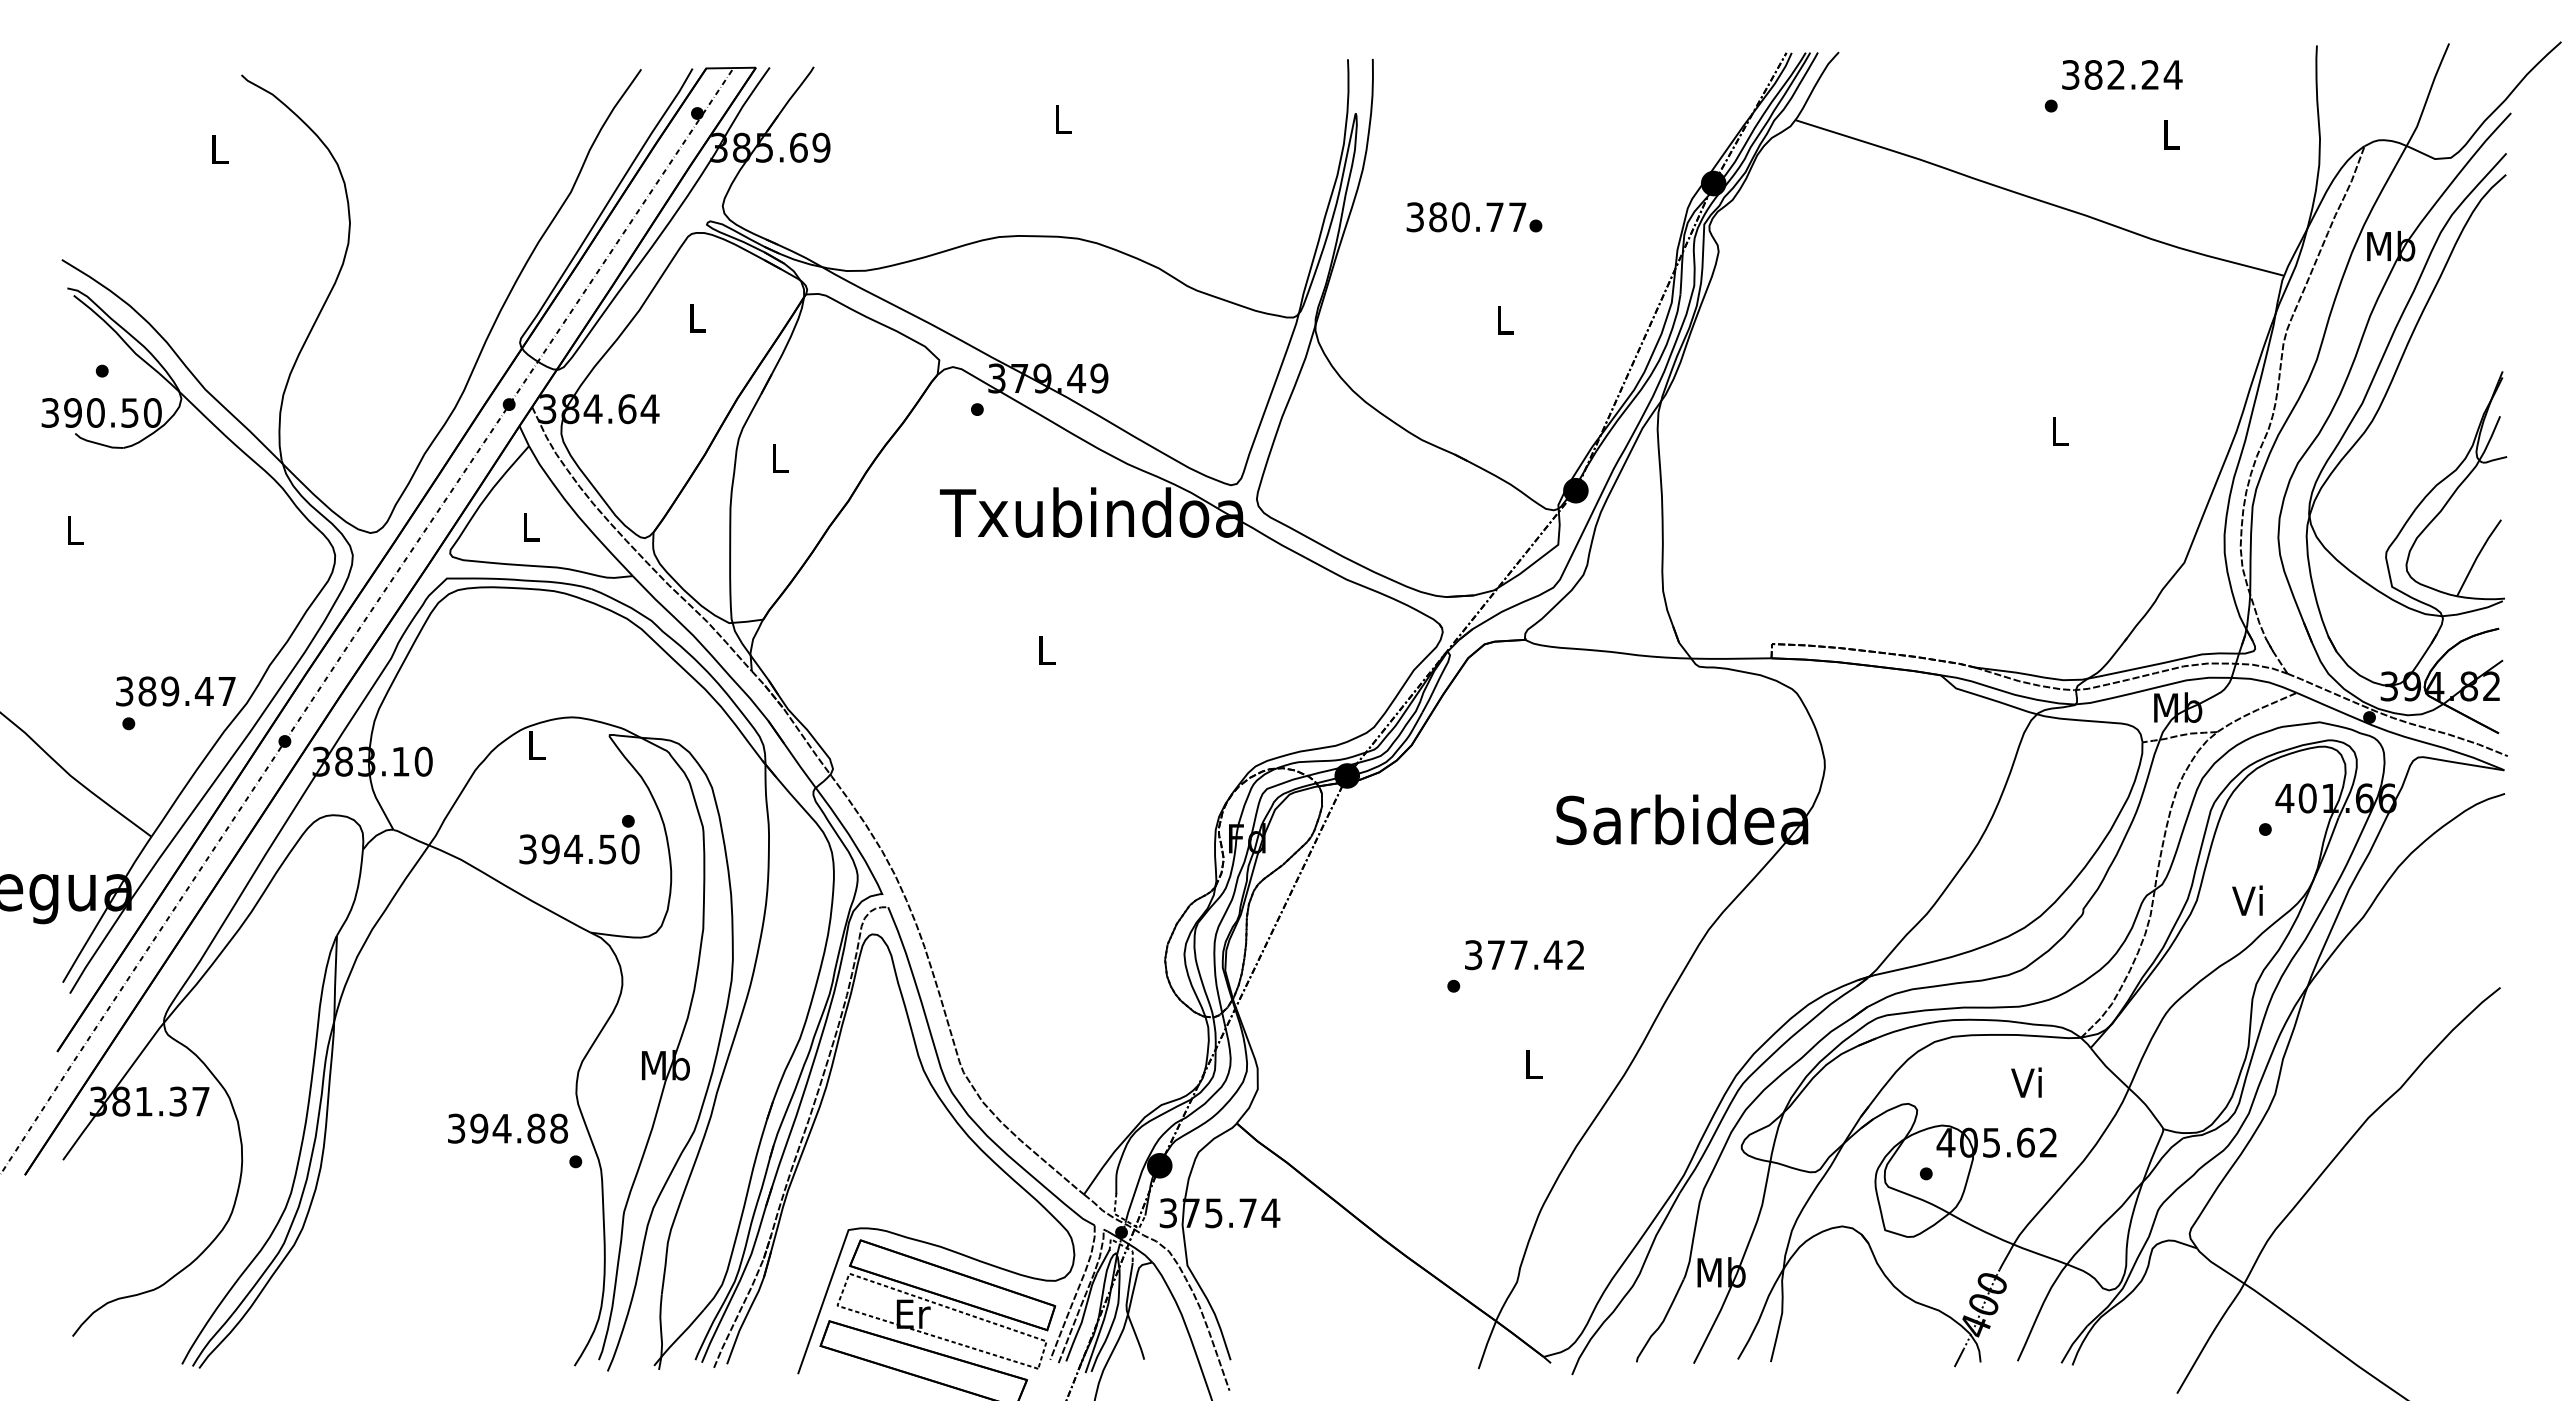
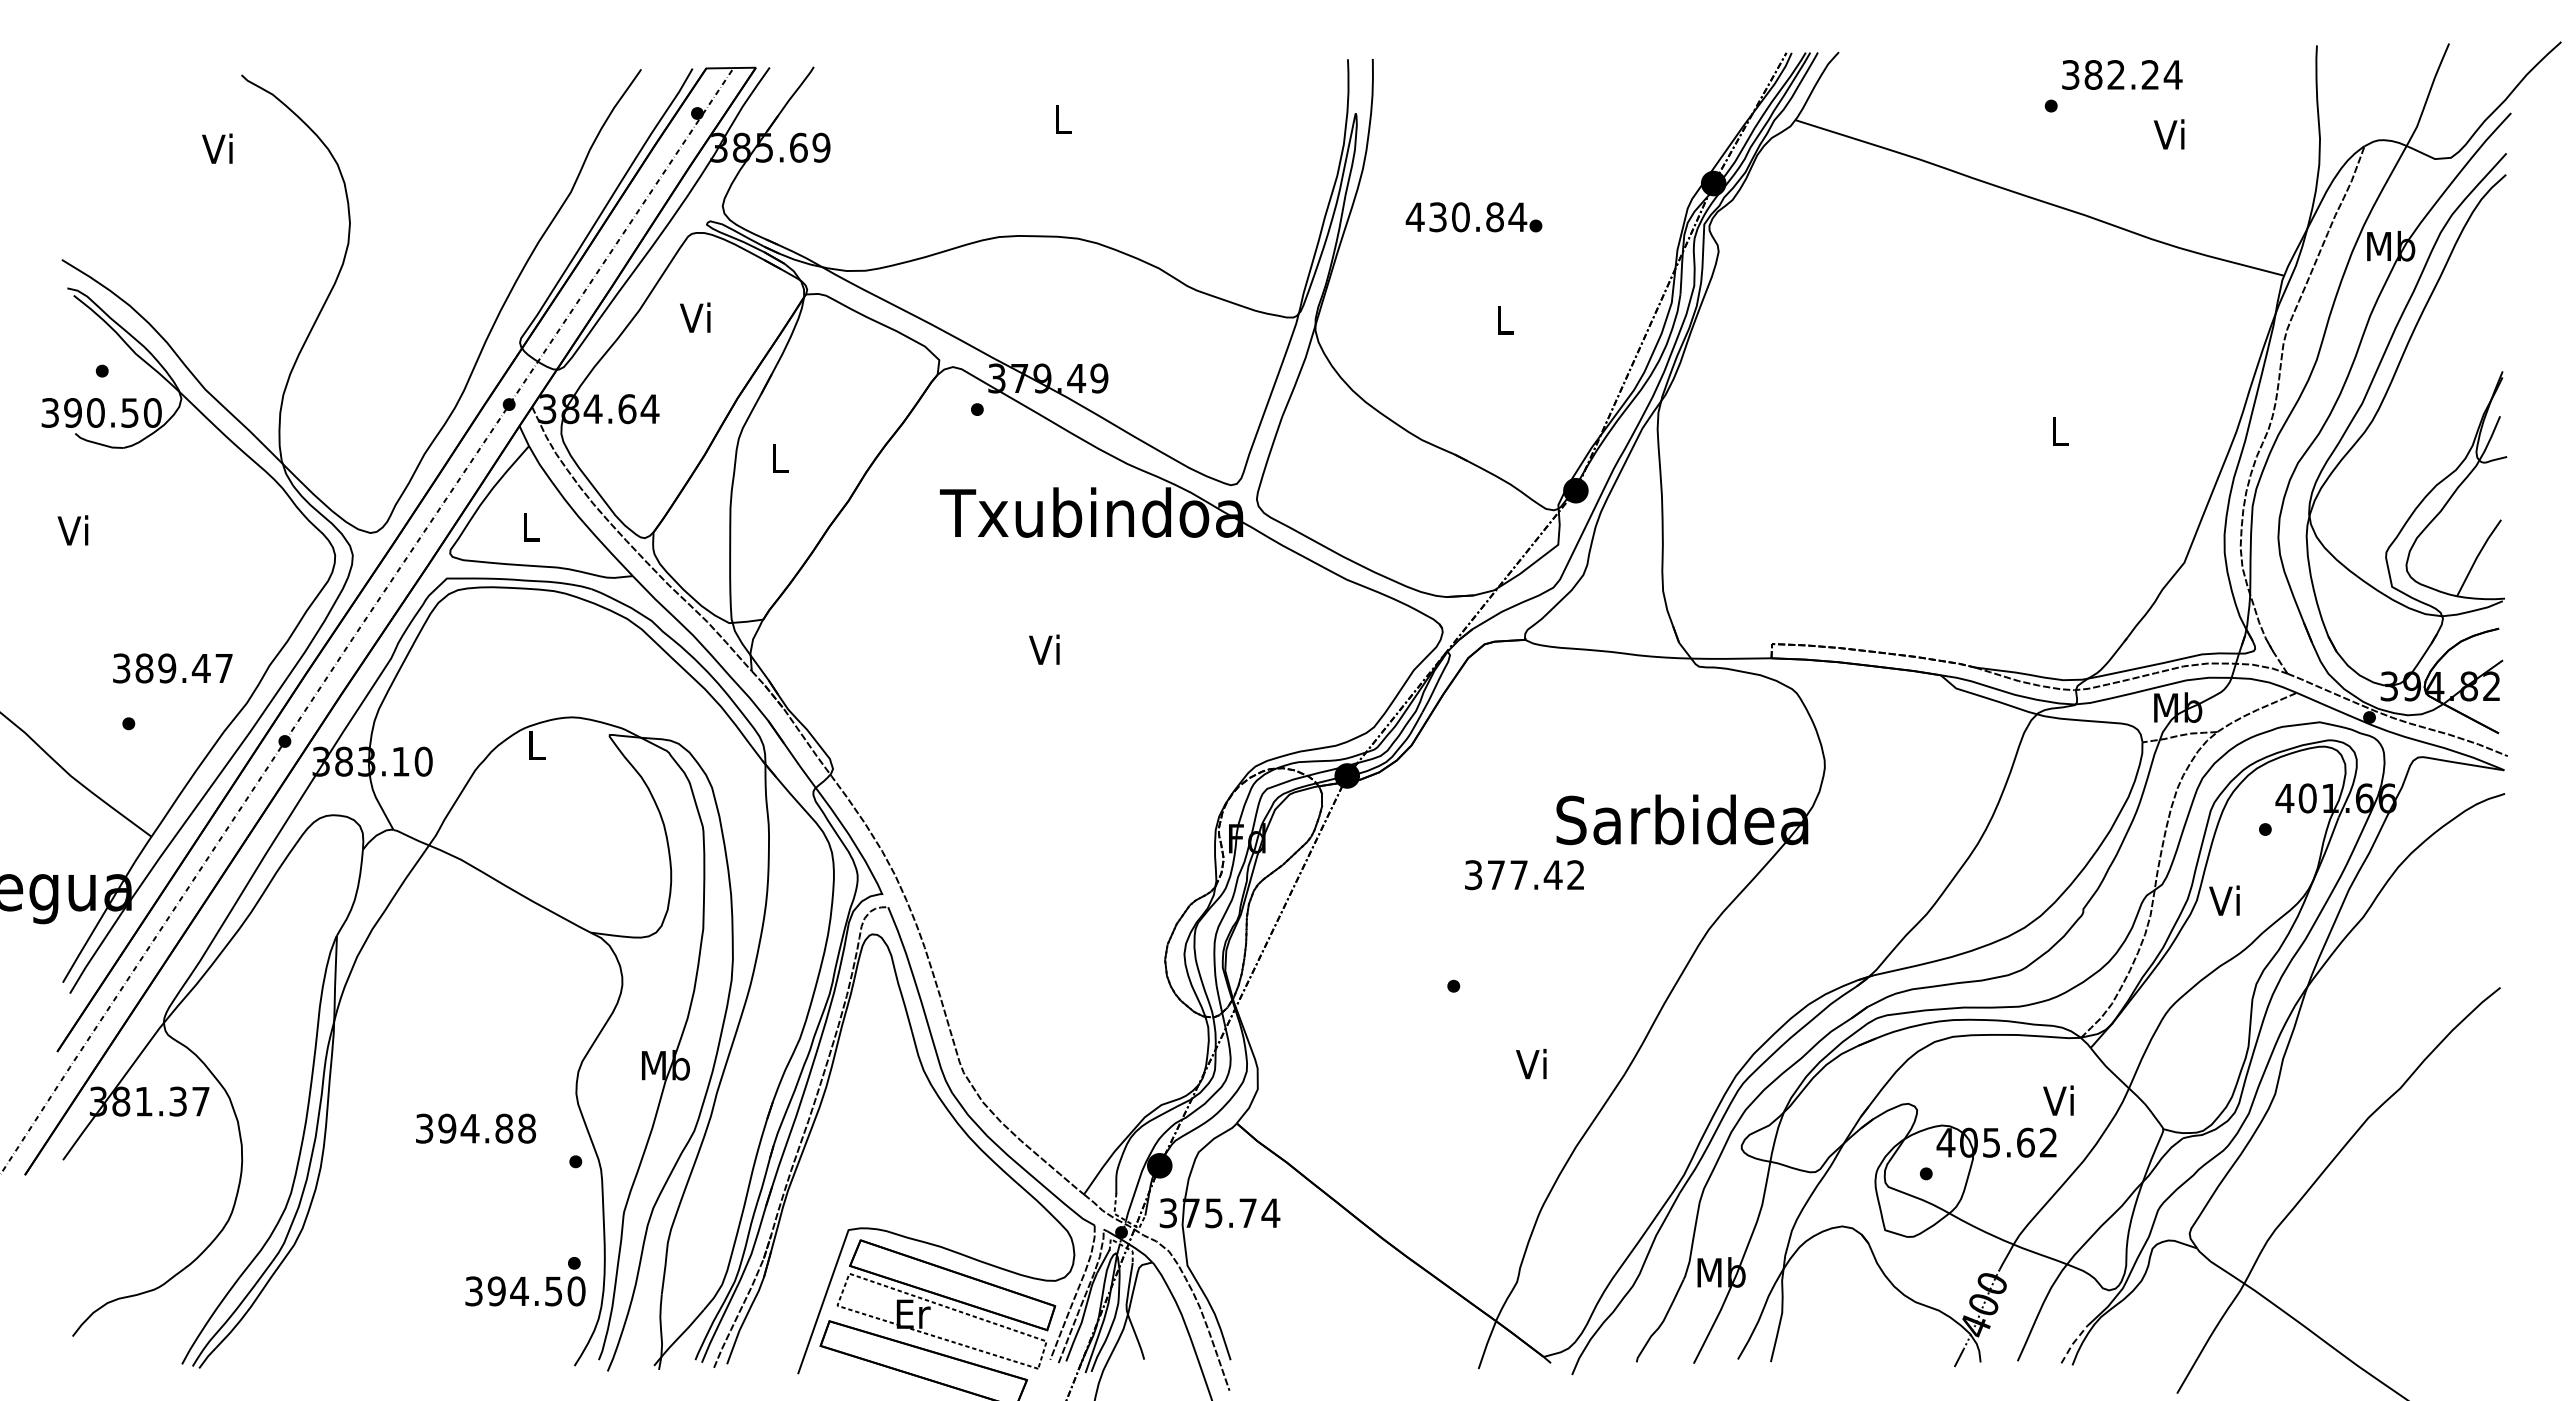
text at (2168, 134): L -> Vi
text at (217, 148): L -> Vi
text at (1466, 217): 380.77 -> 430.84
text at (695, 317): L -> Vi
text at (72, 530): L -> Vi
text at (1044, 649): L -> Vi
text at (175, 691) position: (175, 691) -> (172, 668)
text at (579, 839) position: (579, 839) -> (525, 1281)
text at (2247, 900) position: (2247, 900) -> (2224, 900)
text at (1524, 955) position: (1524, 955) -> (1524, 875)
text at (1531, 1063): L -> Vi
text at (2026, 1082) position: (2026, 1082) -> (2058, 1100)
text at (507, 1128) position: (507, 1128) -> (475, 1128)
line at (2073, 1343): solid -> dashed
